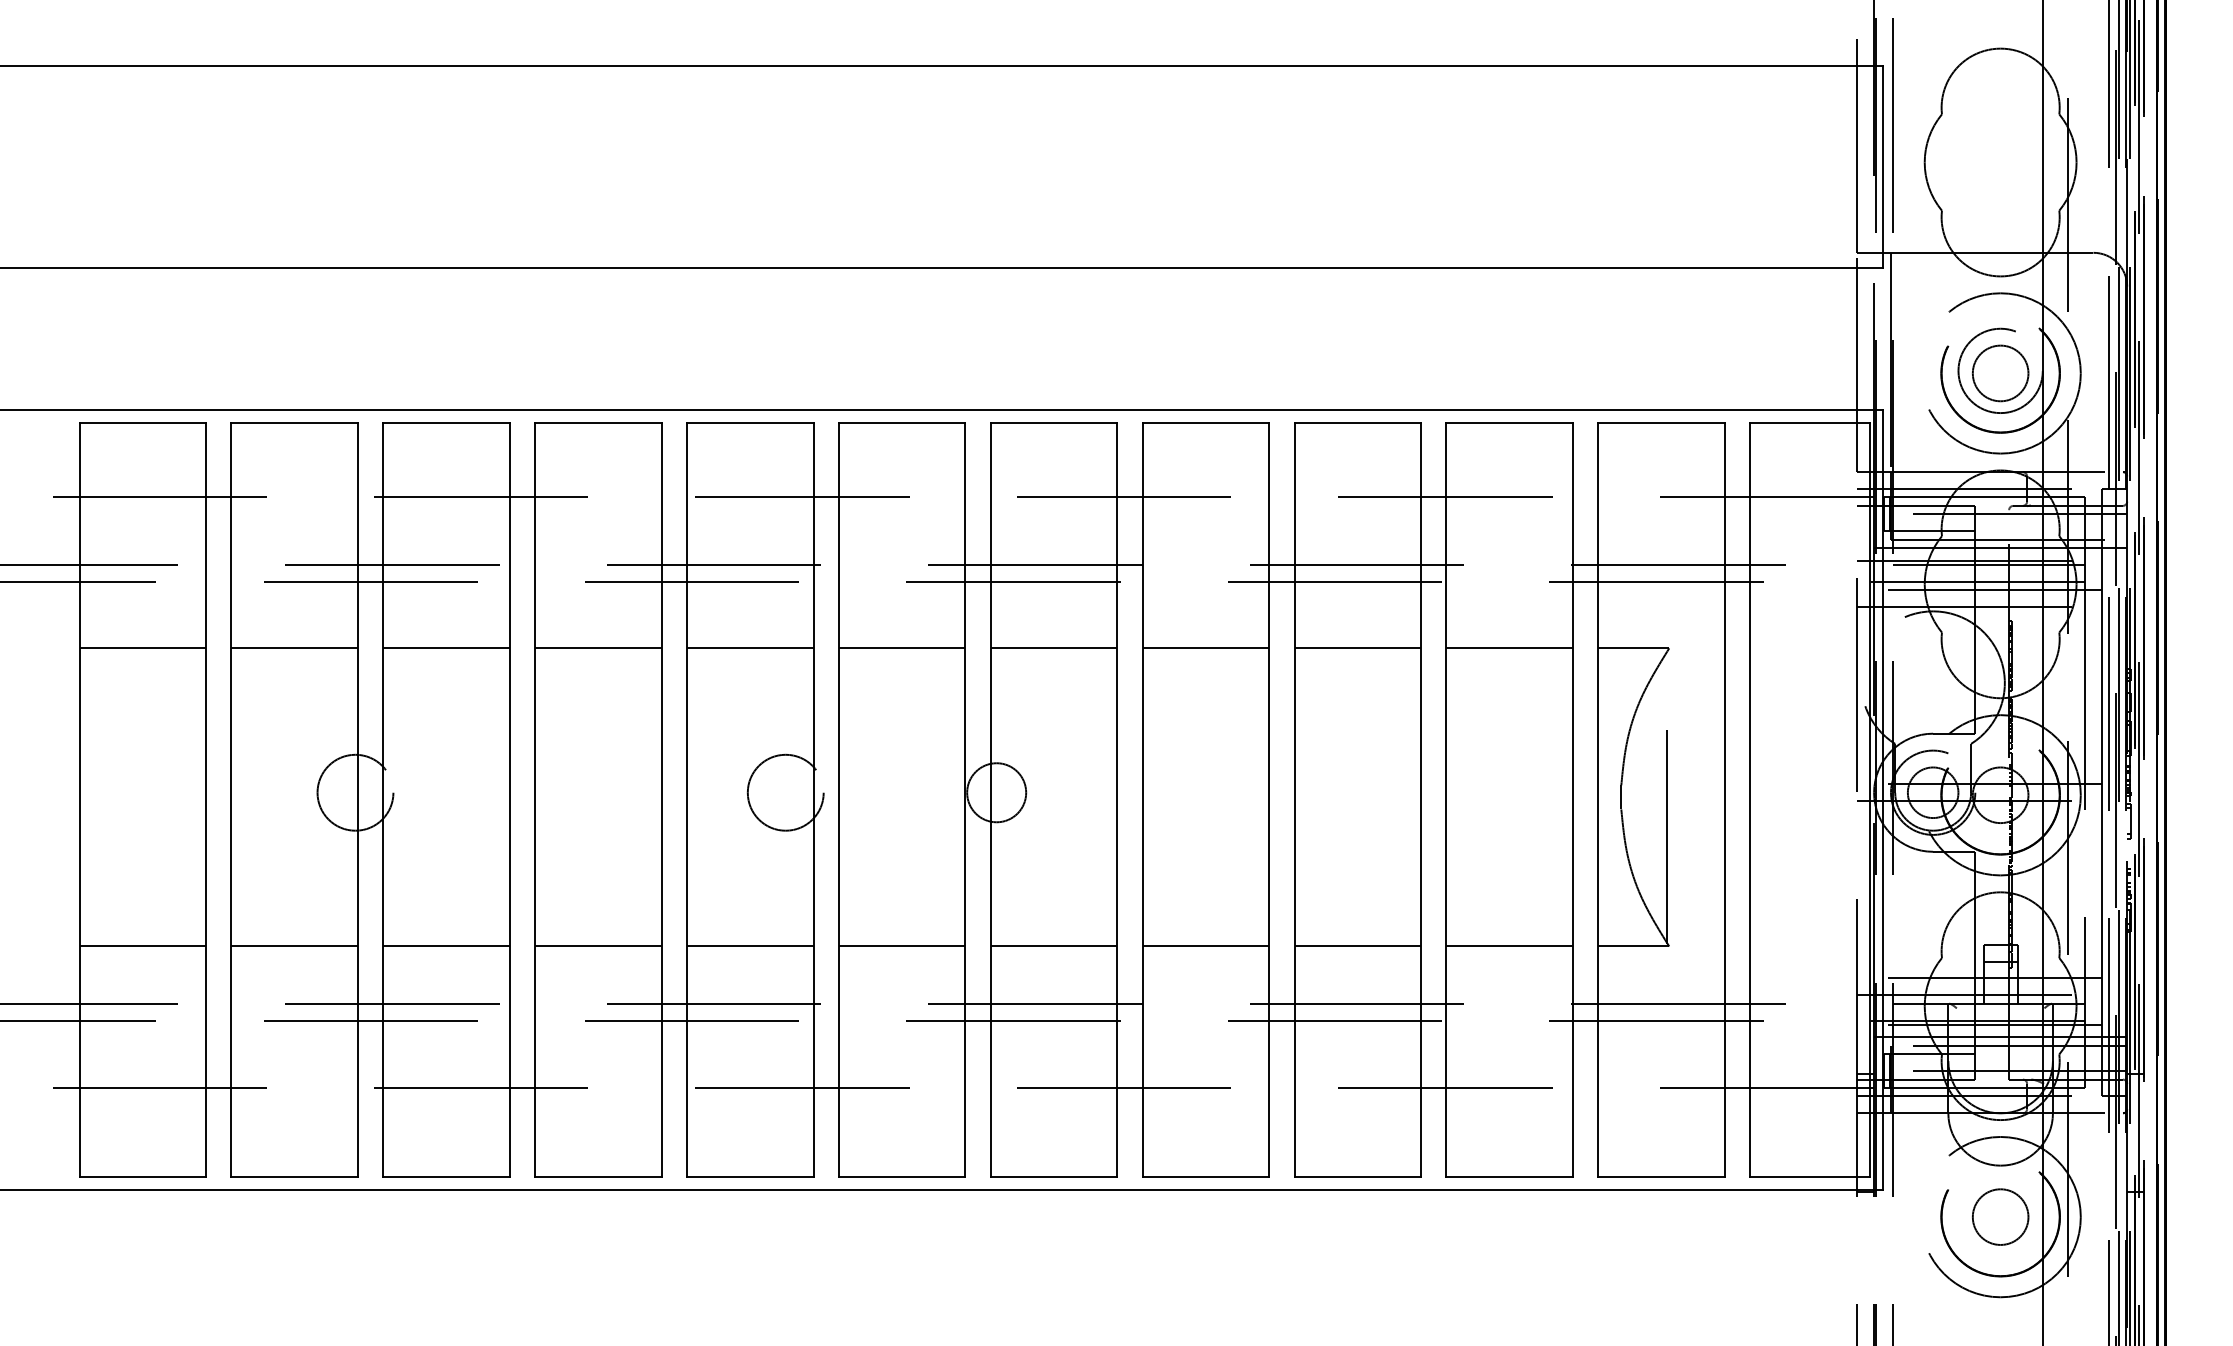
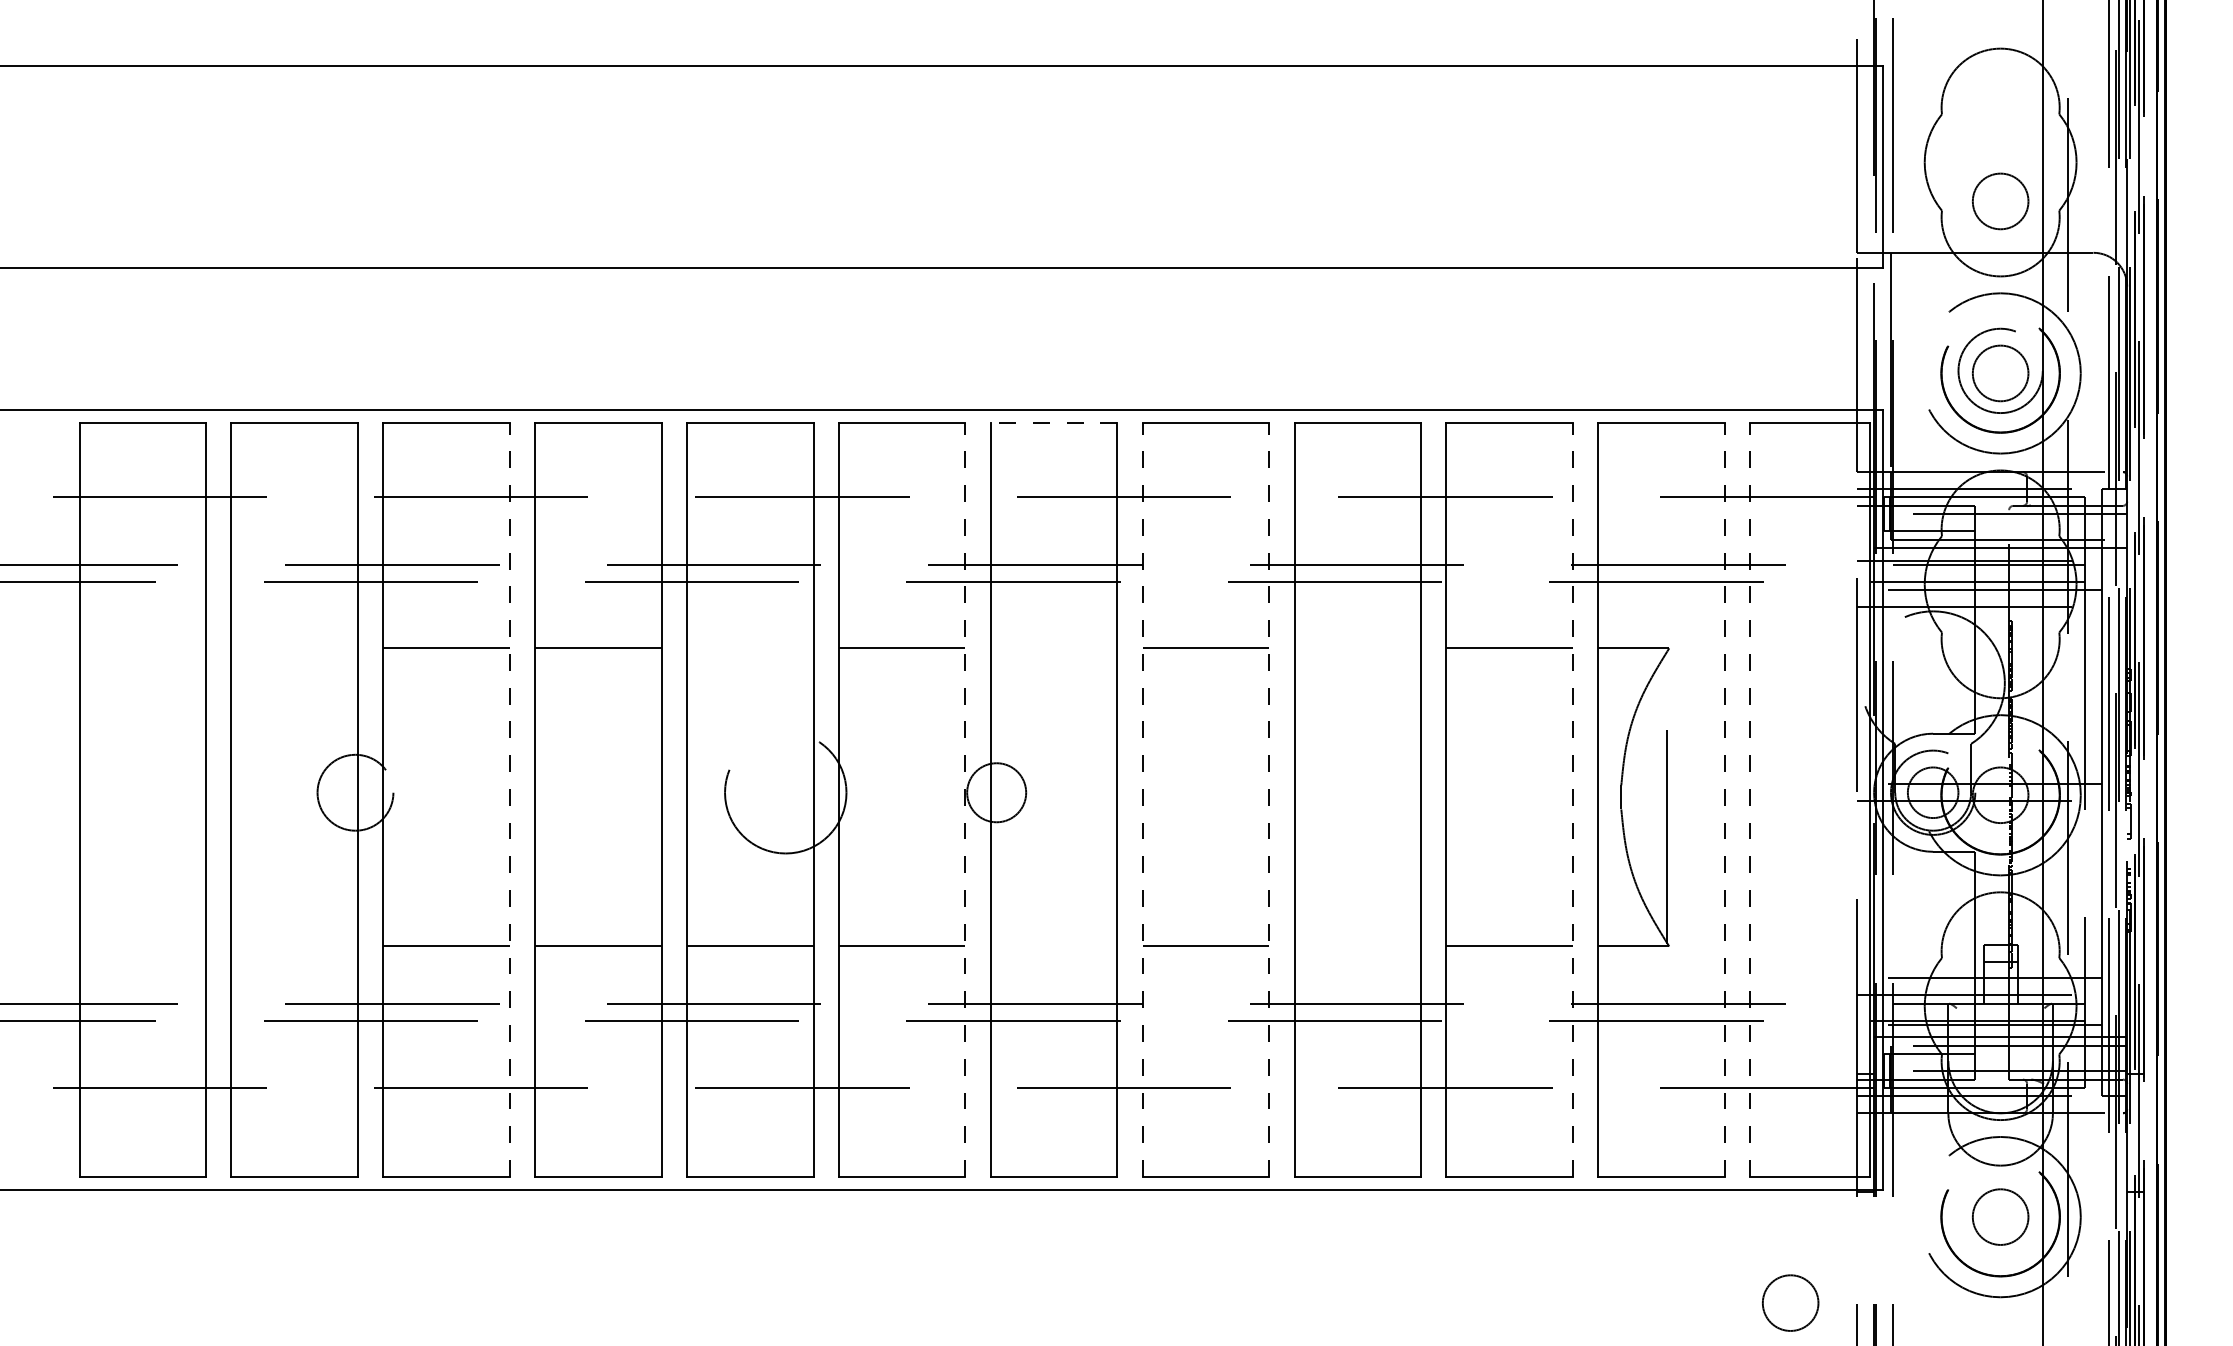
circle at (2000, 201): none -> present
line at (1053, 422): solid -> dashed
line at (142, 648): present -> none
line at (294, 648): present -> none
line at (750, 648): present -> none
line at (1053, 648): present -> none
line at (1357, 648): present -> none
circle at (785, 792) diameter: 76 px -> 121 px
line at (509, 799): solid -> dashed
line at (965, 799): solid -> dashed
line at (1142, 799): solid -> dashed
line at (1269, 799): solid -> dashed
line at (1572, 799): solid -> dashed
line at (1724, 799): solid -> dashed
line at (1750, 799): solid -> dashed
line at (142, 946): present -> none
line at (294, 946): present -> none
line at (1053, 946): present -> none
line at (1357, 946): present -> none
circle at (1790, 1302): none -> present
